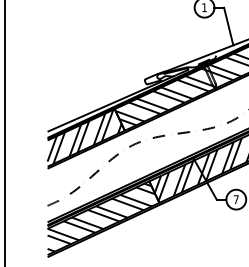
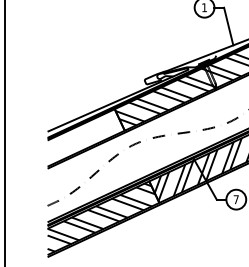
hatch at (84, 136): present -> none
